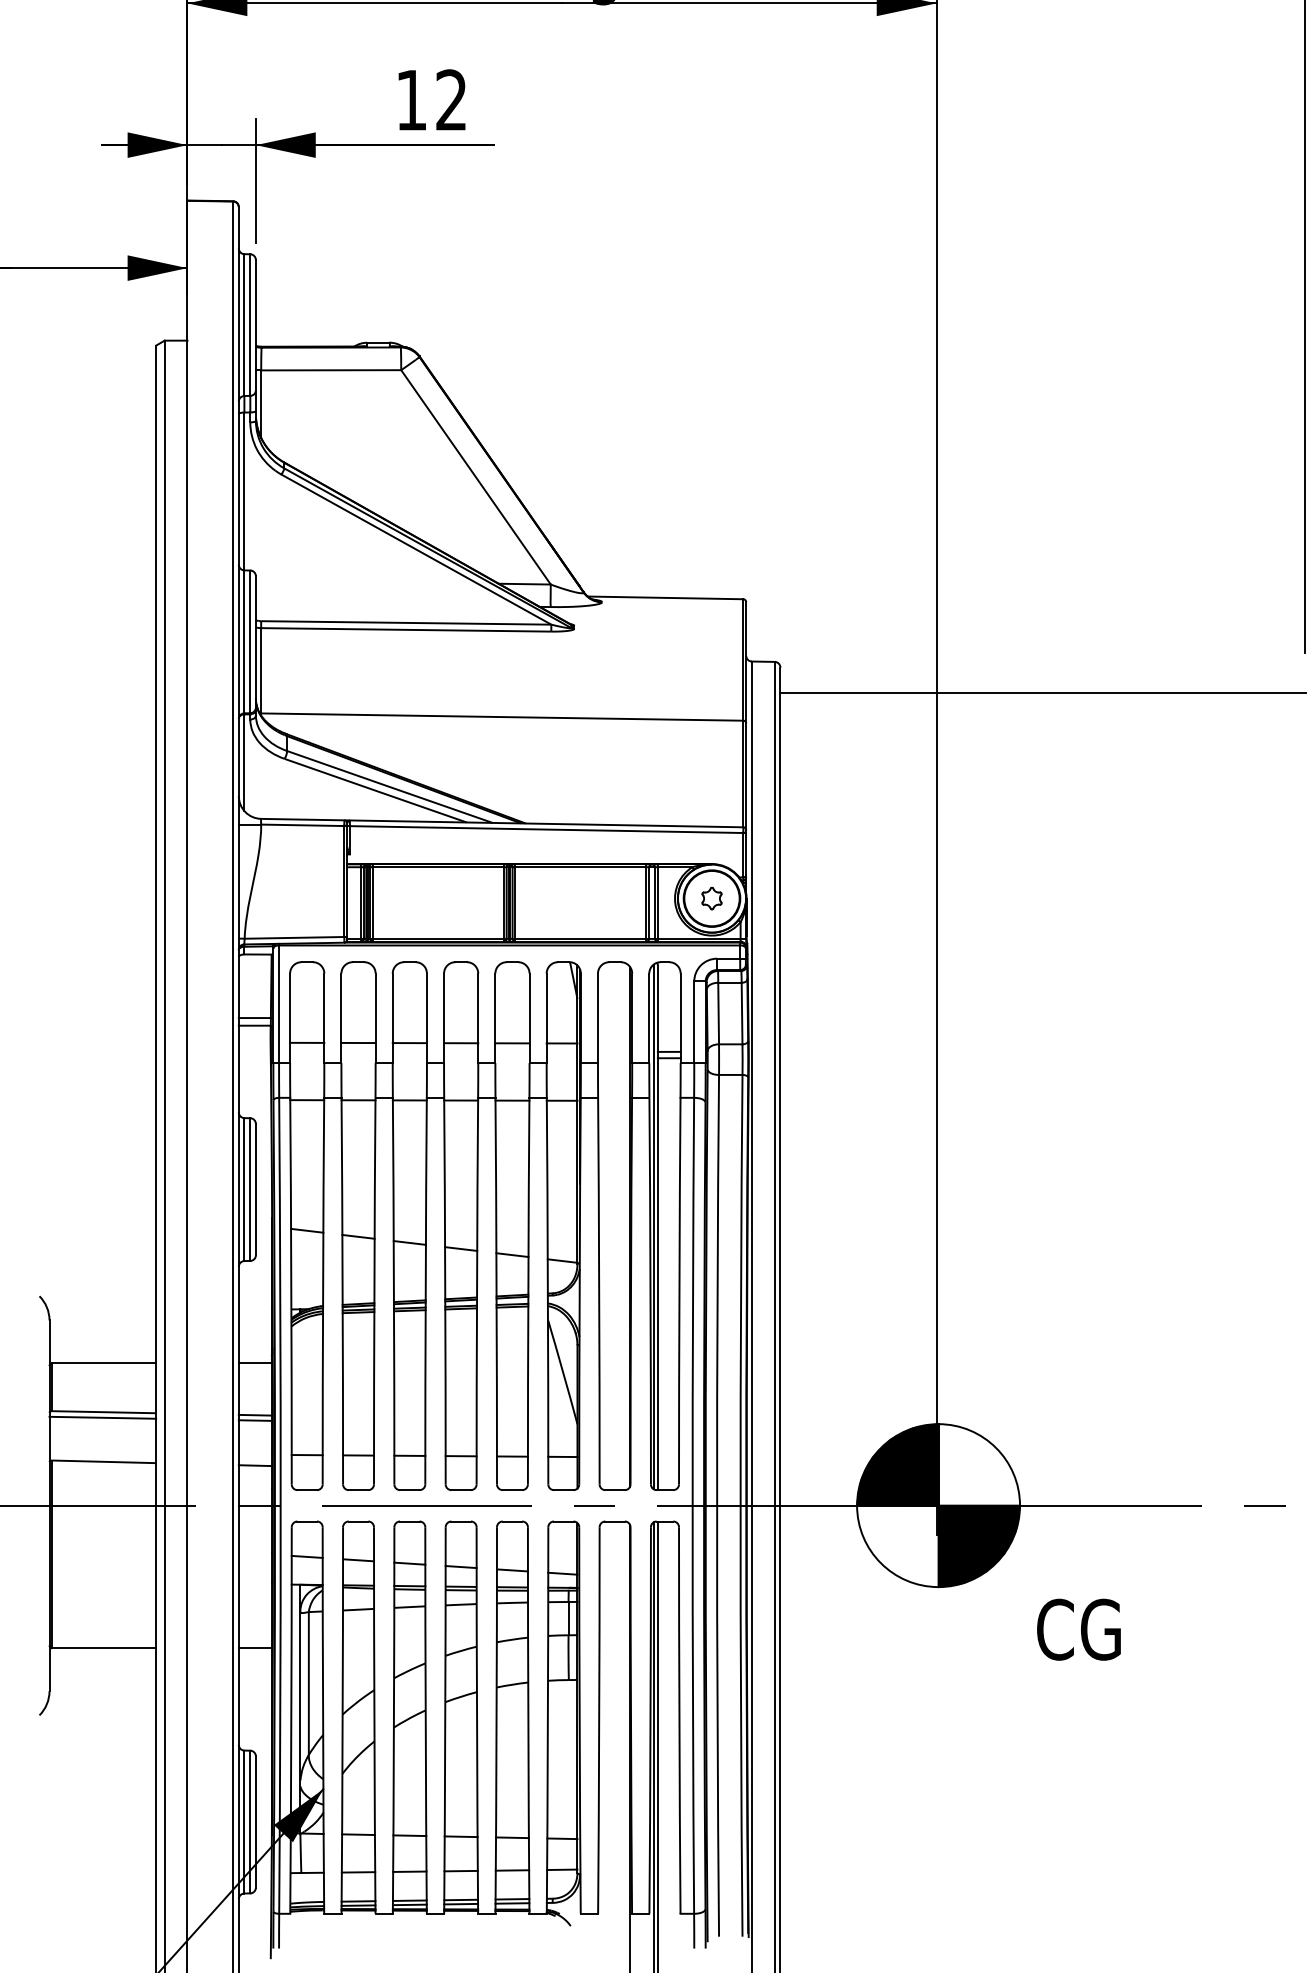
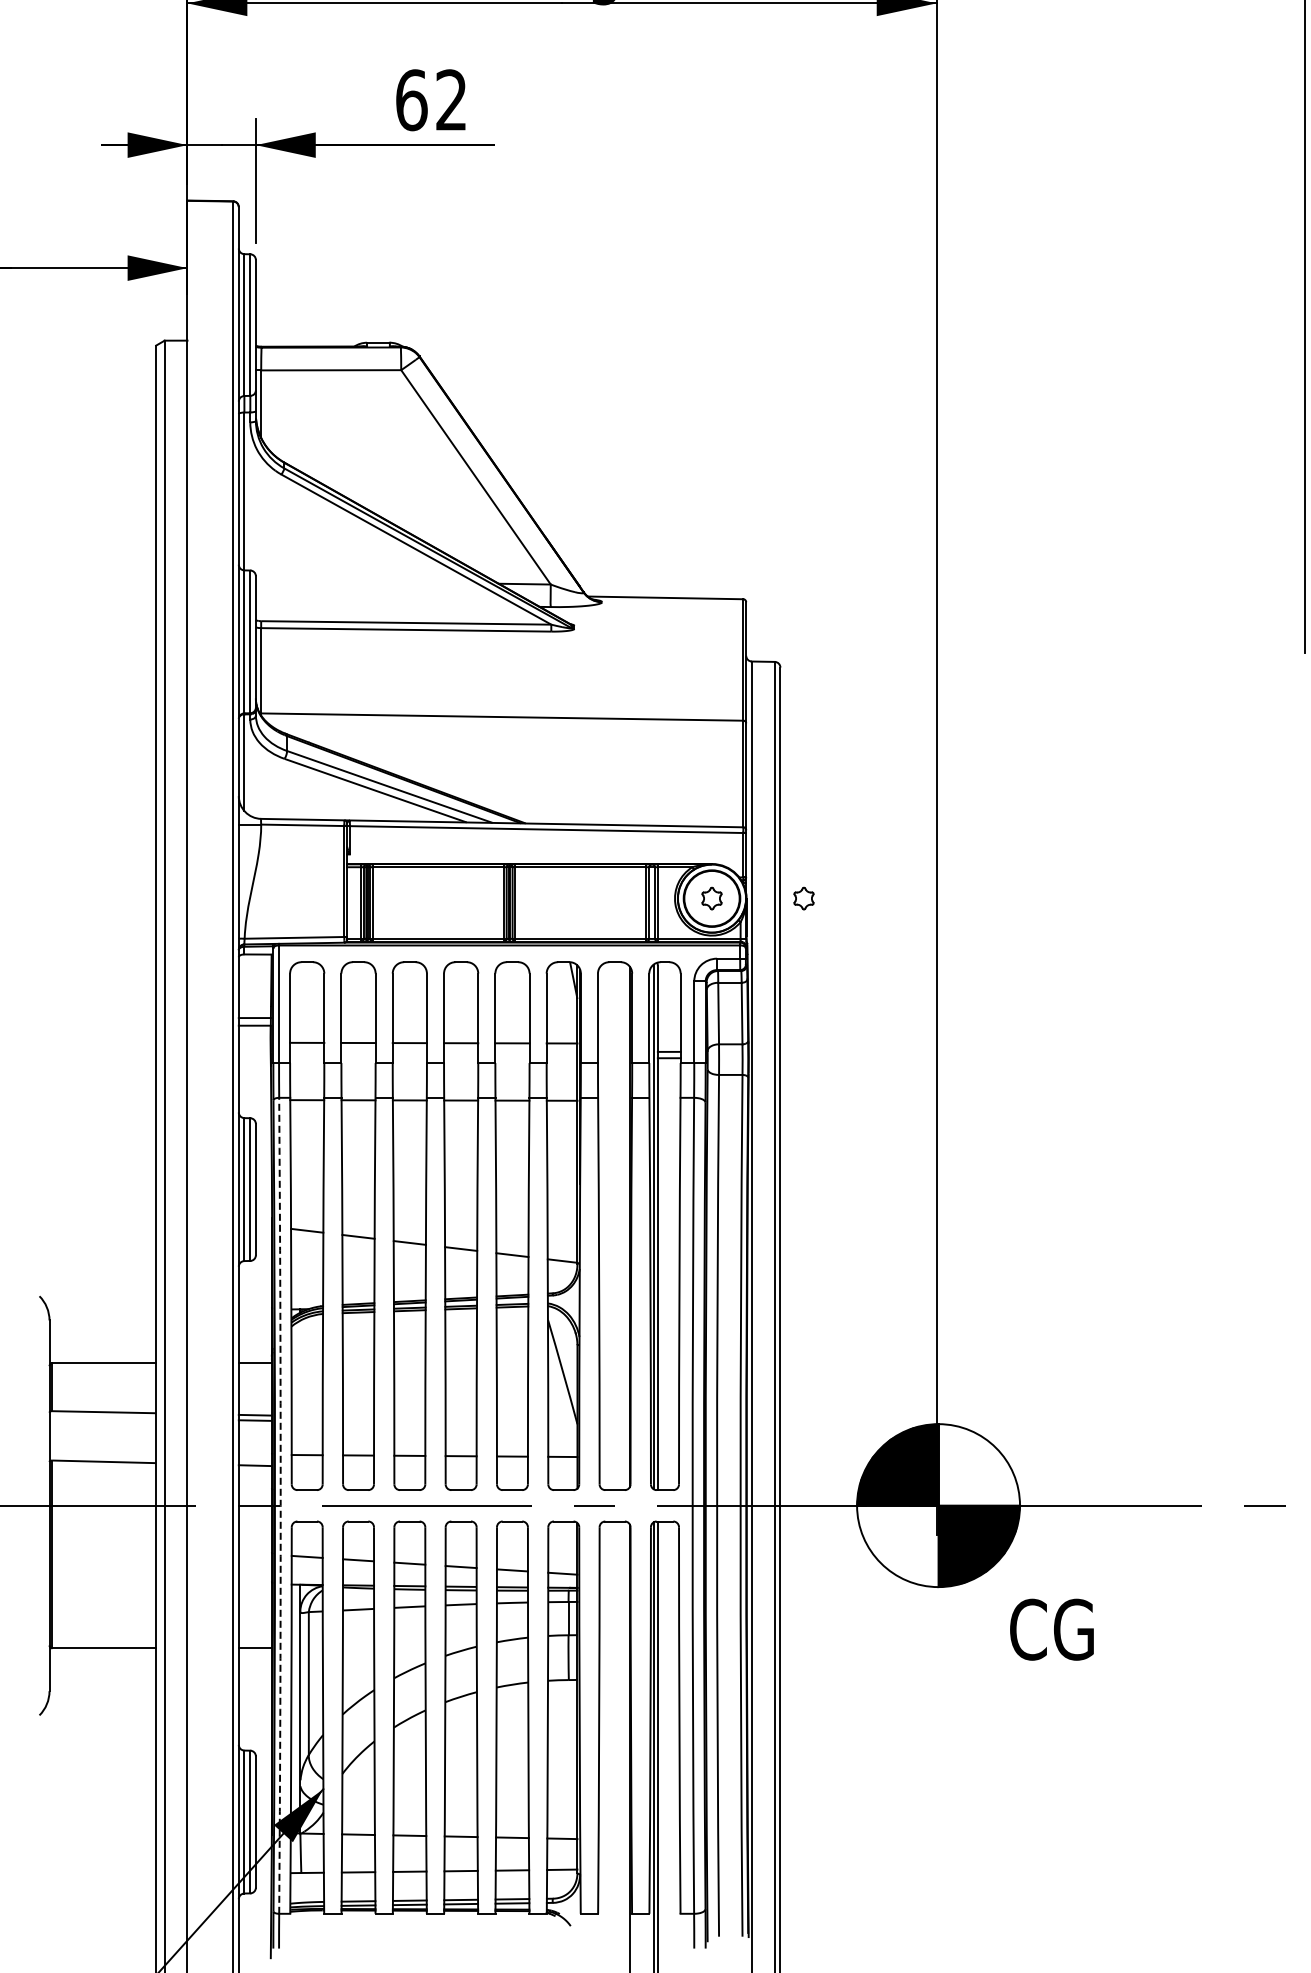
text at (411, 100): 12 -> 62
line at (1043, 693): present -> none
part at (803, 898): none -> present
line at (102, 1417): present -> none
arc at (280, 1505): solid -> dashed
text at (1078, 1629) position: (1078, 1629) -> (1051, 1629)
